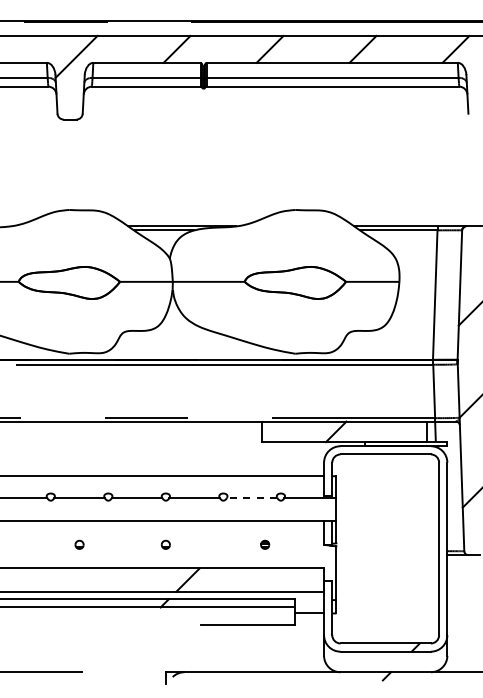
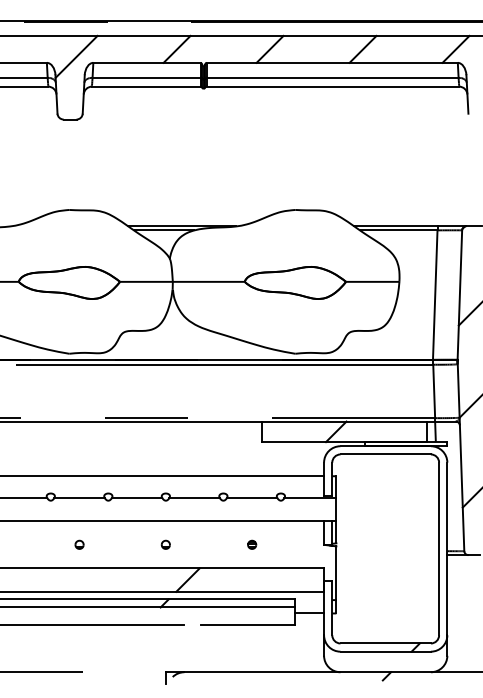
line at (251, 497): dashed -> solid
part at (265, 544) position: (265, 544) -> (252, 544)
line at (93, 624): none -> present
